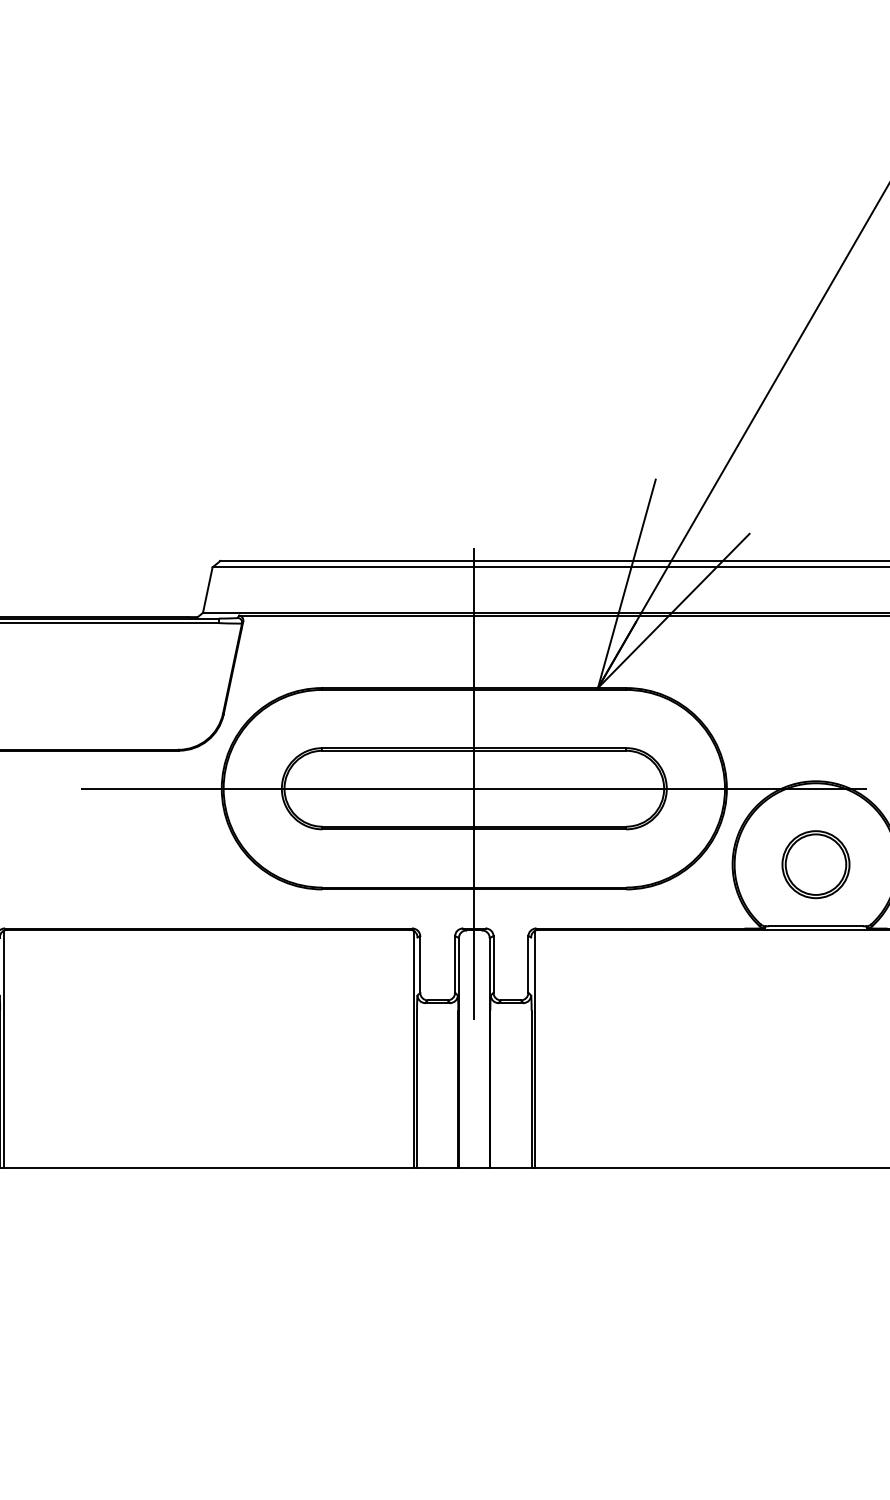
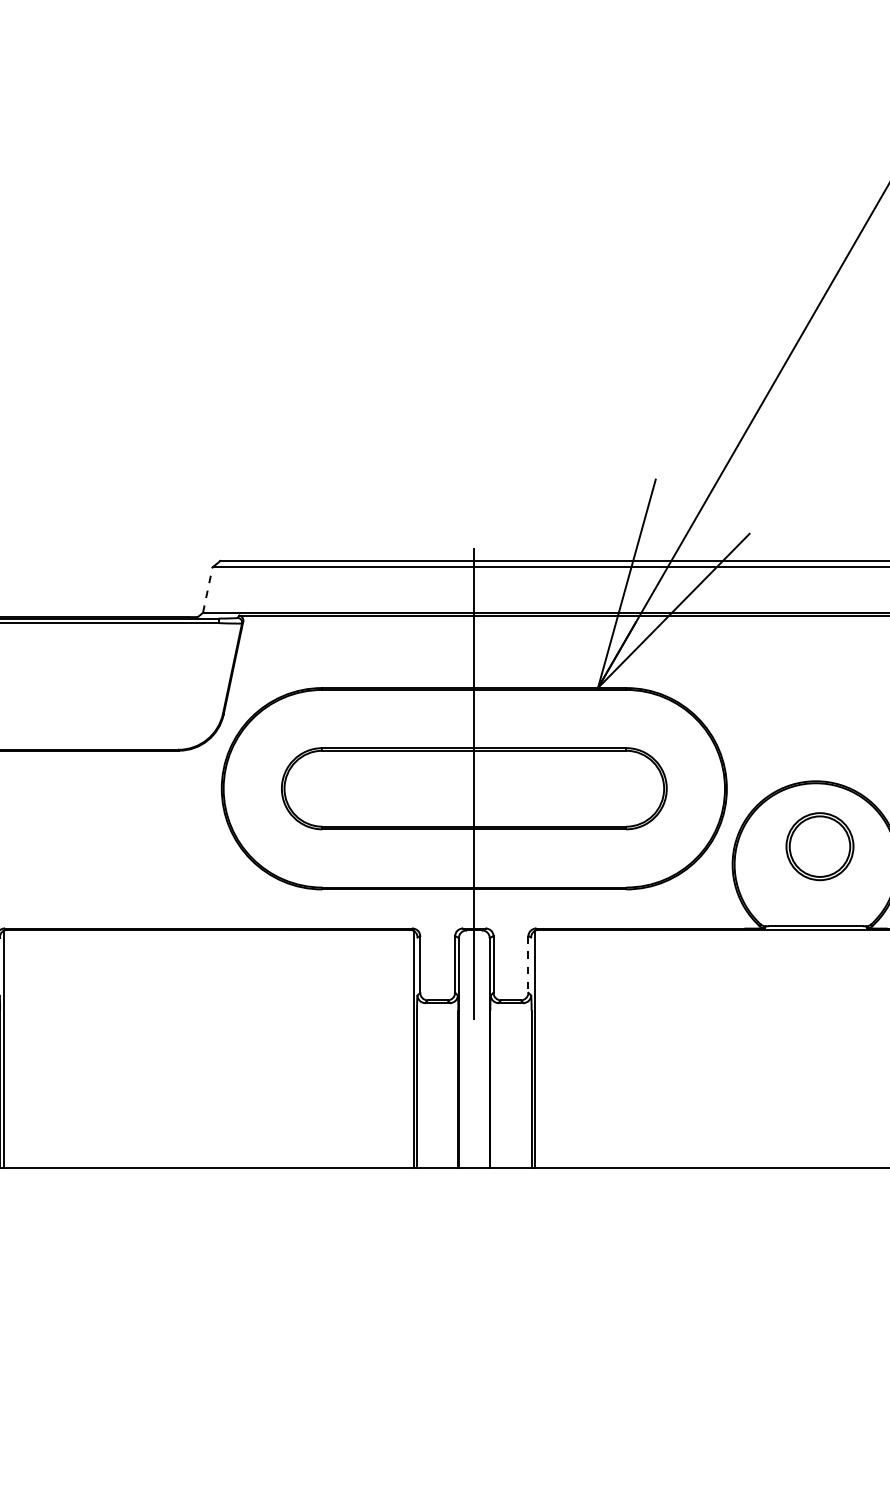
line at (207, 589): solid -> dashed
line at (474, 788): present -> none
part at (815, 864) position: (815, 864) -> (819, 846)
line at (528, 964): solid -> dashed
